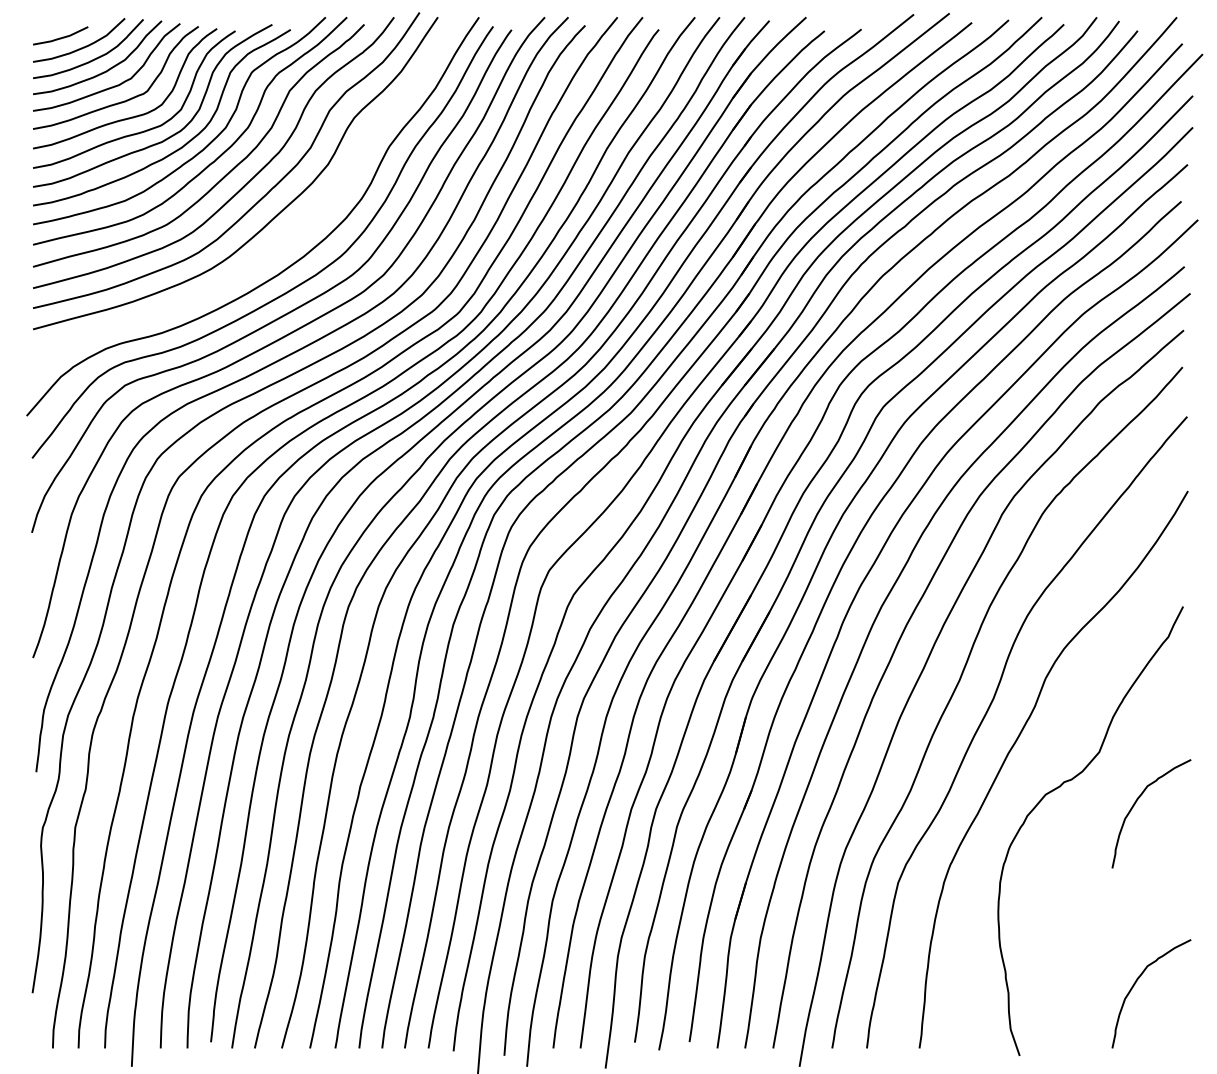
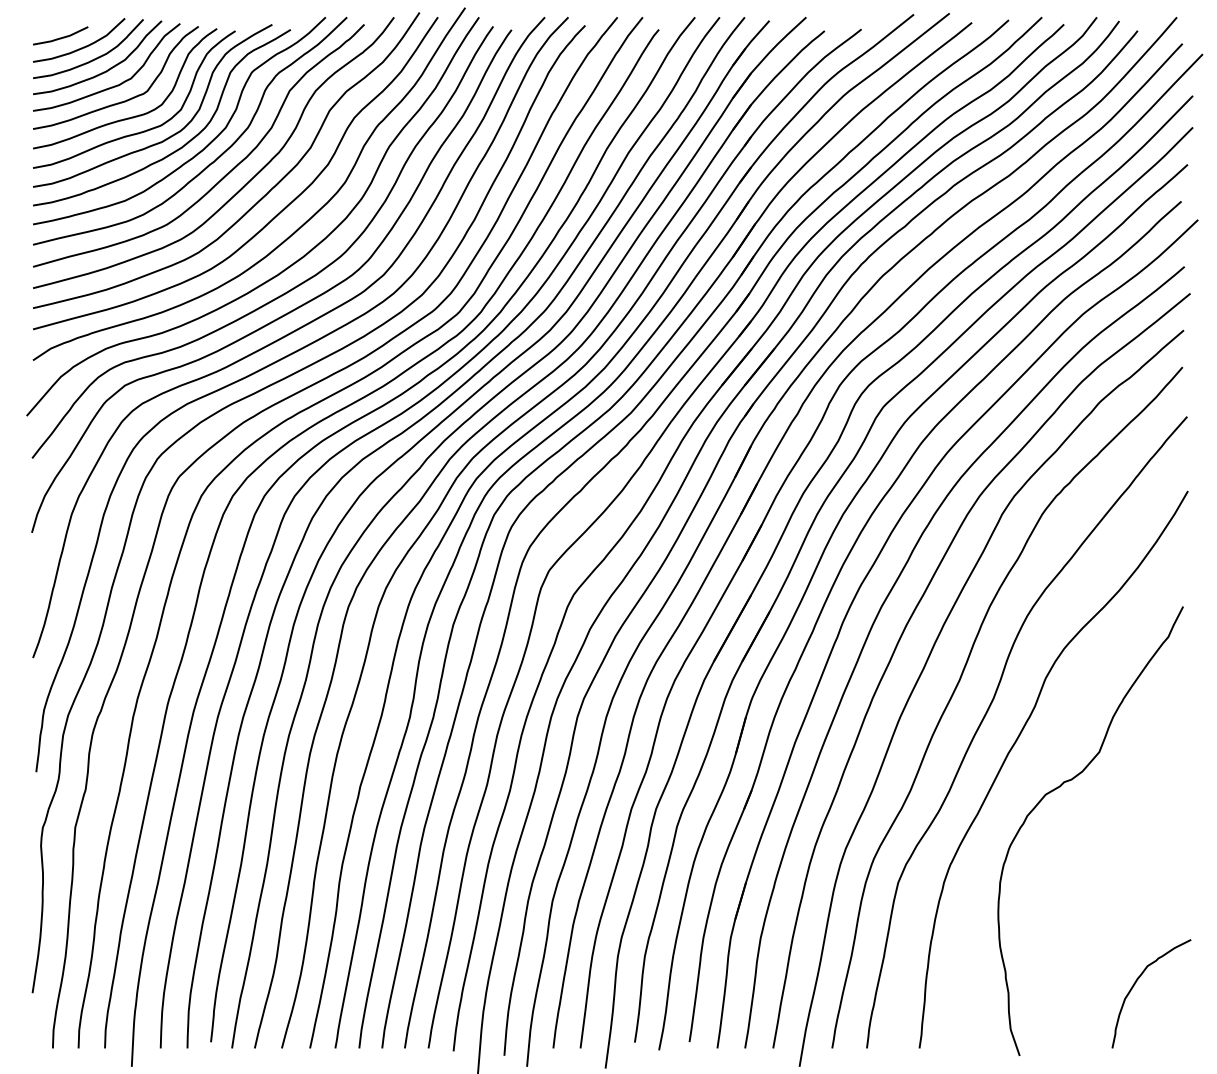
curve at (289, 235): none -> present
curve at (1135, 804): present -> none
